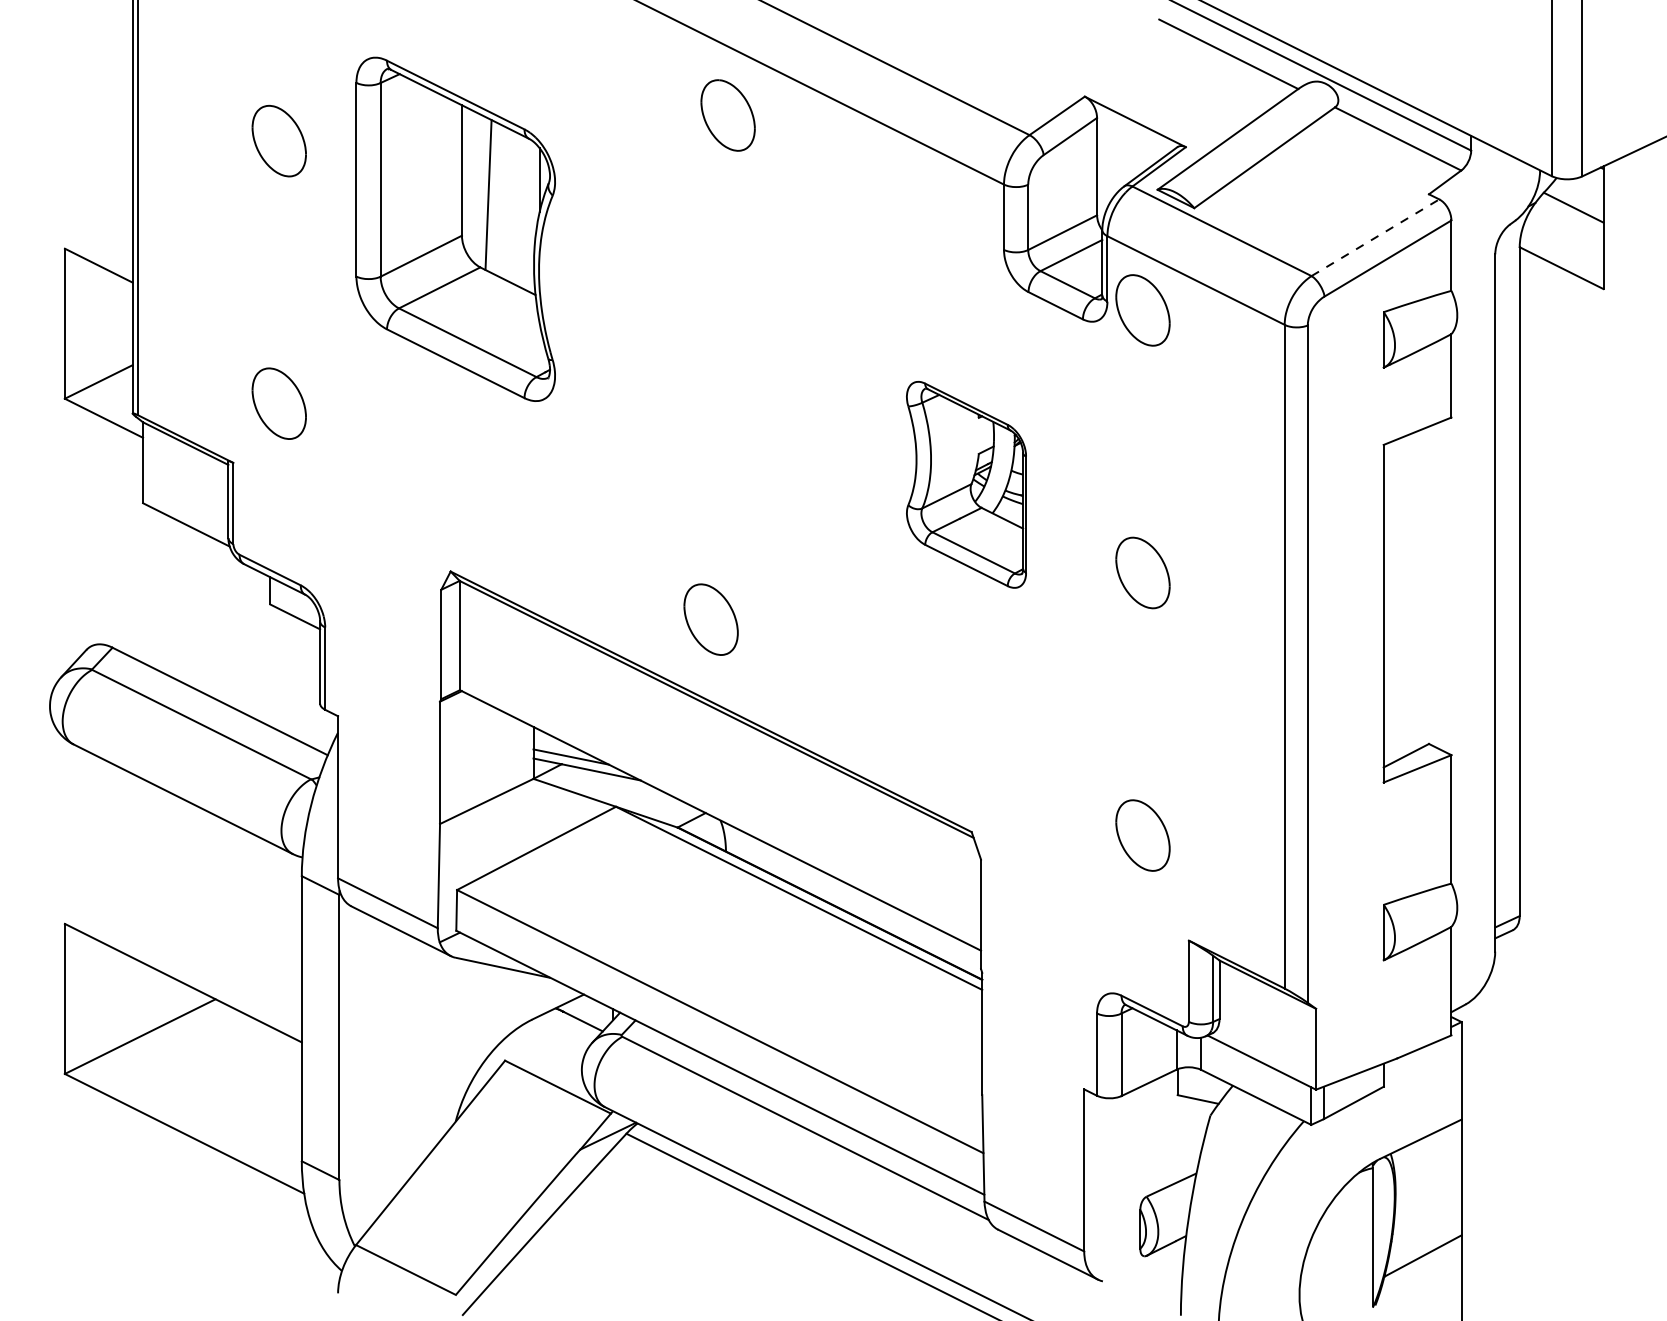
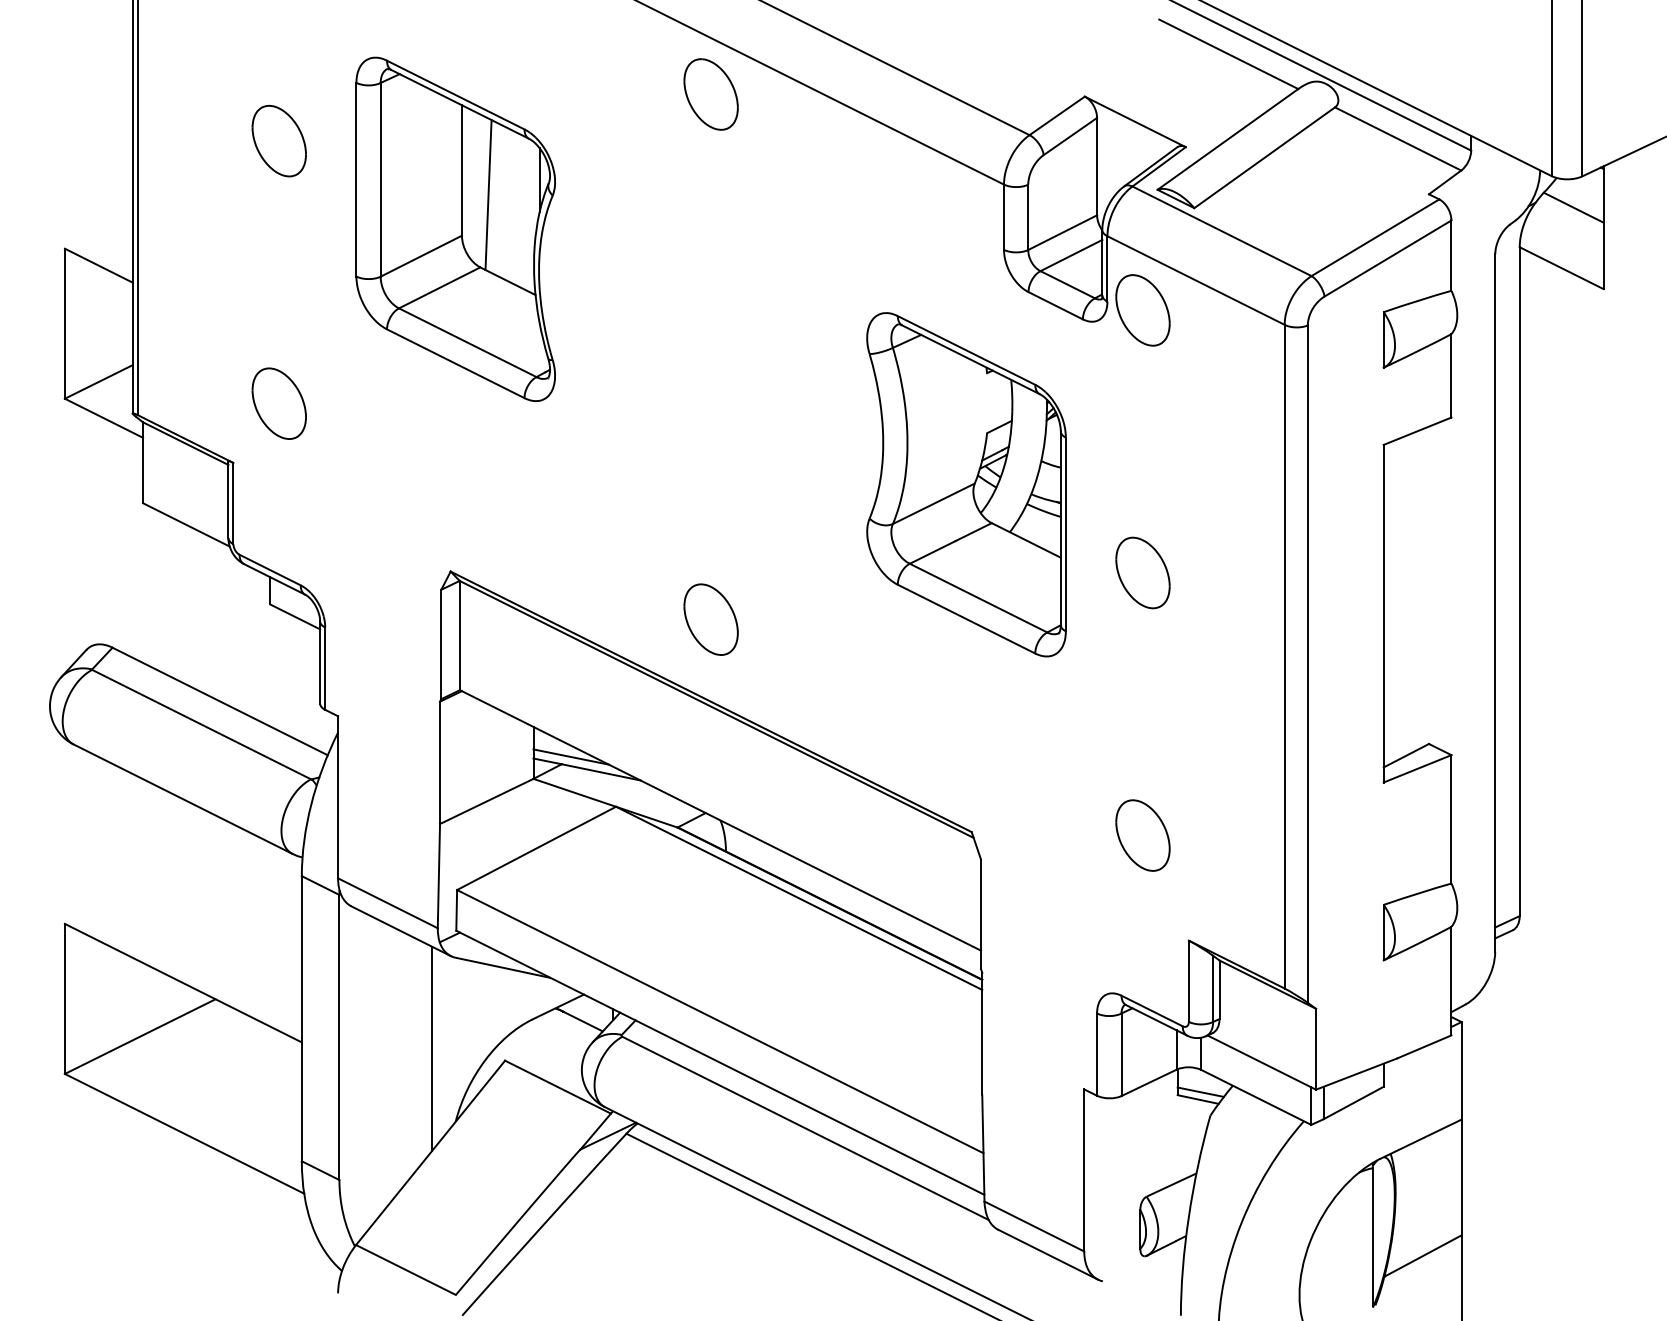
part at (727, 115) position: (727, 115) -> (710, 94)
line at (1375, 237): dashed -> solid
part at (966, 484) size: 121x208 px -> 201x346 px
line at (432, 1048): none -> present
line at (1200, 1091): none -> present
